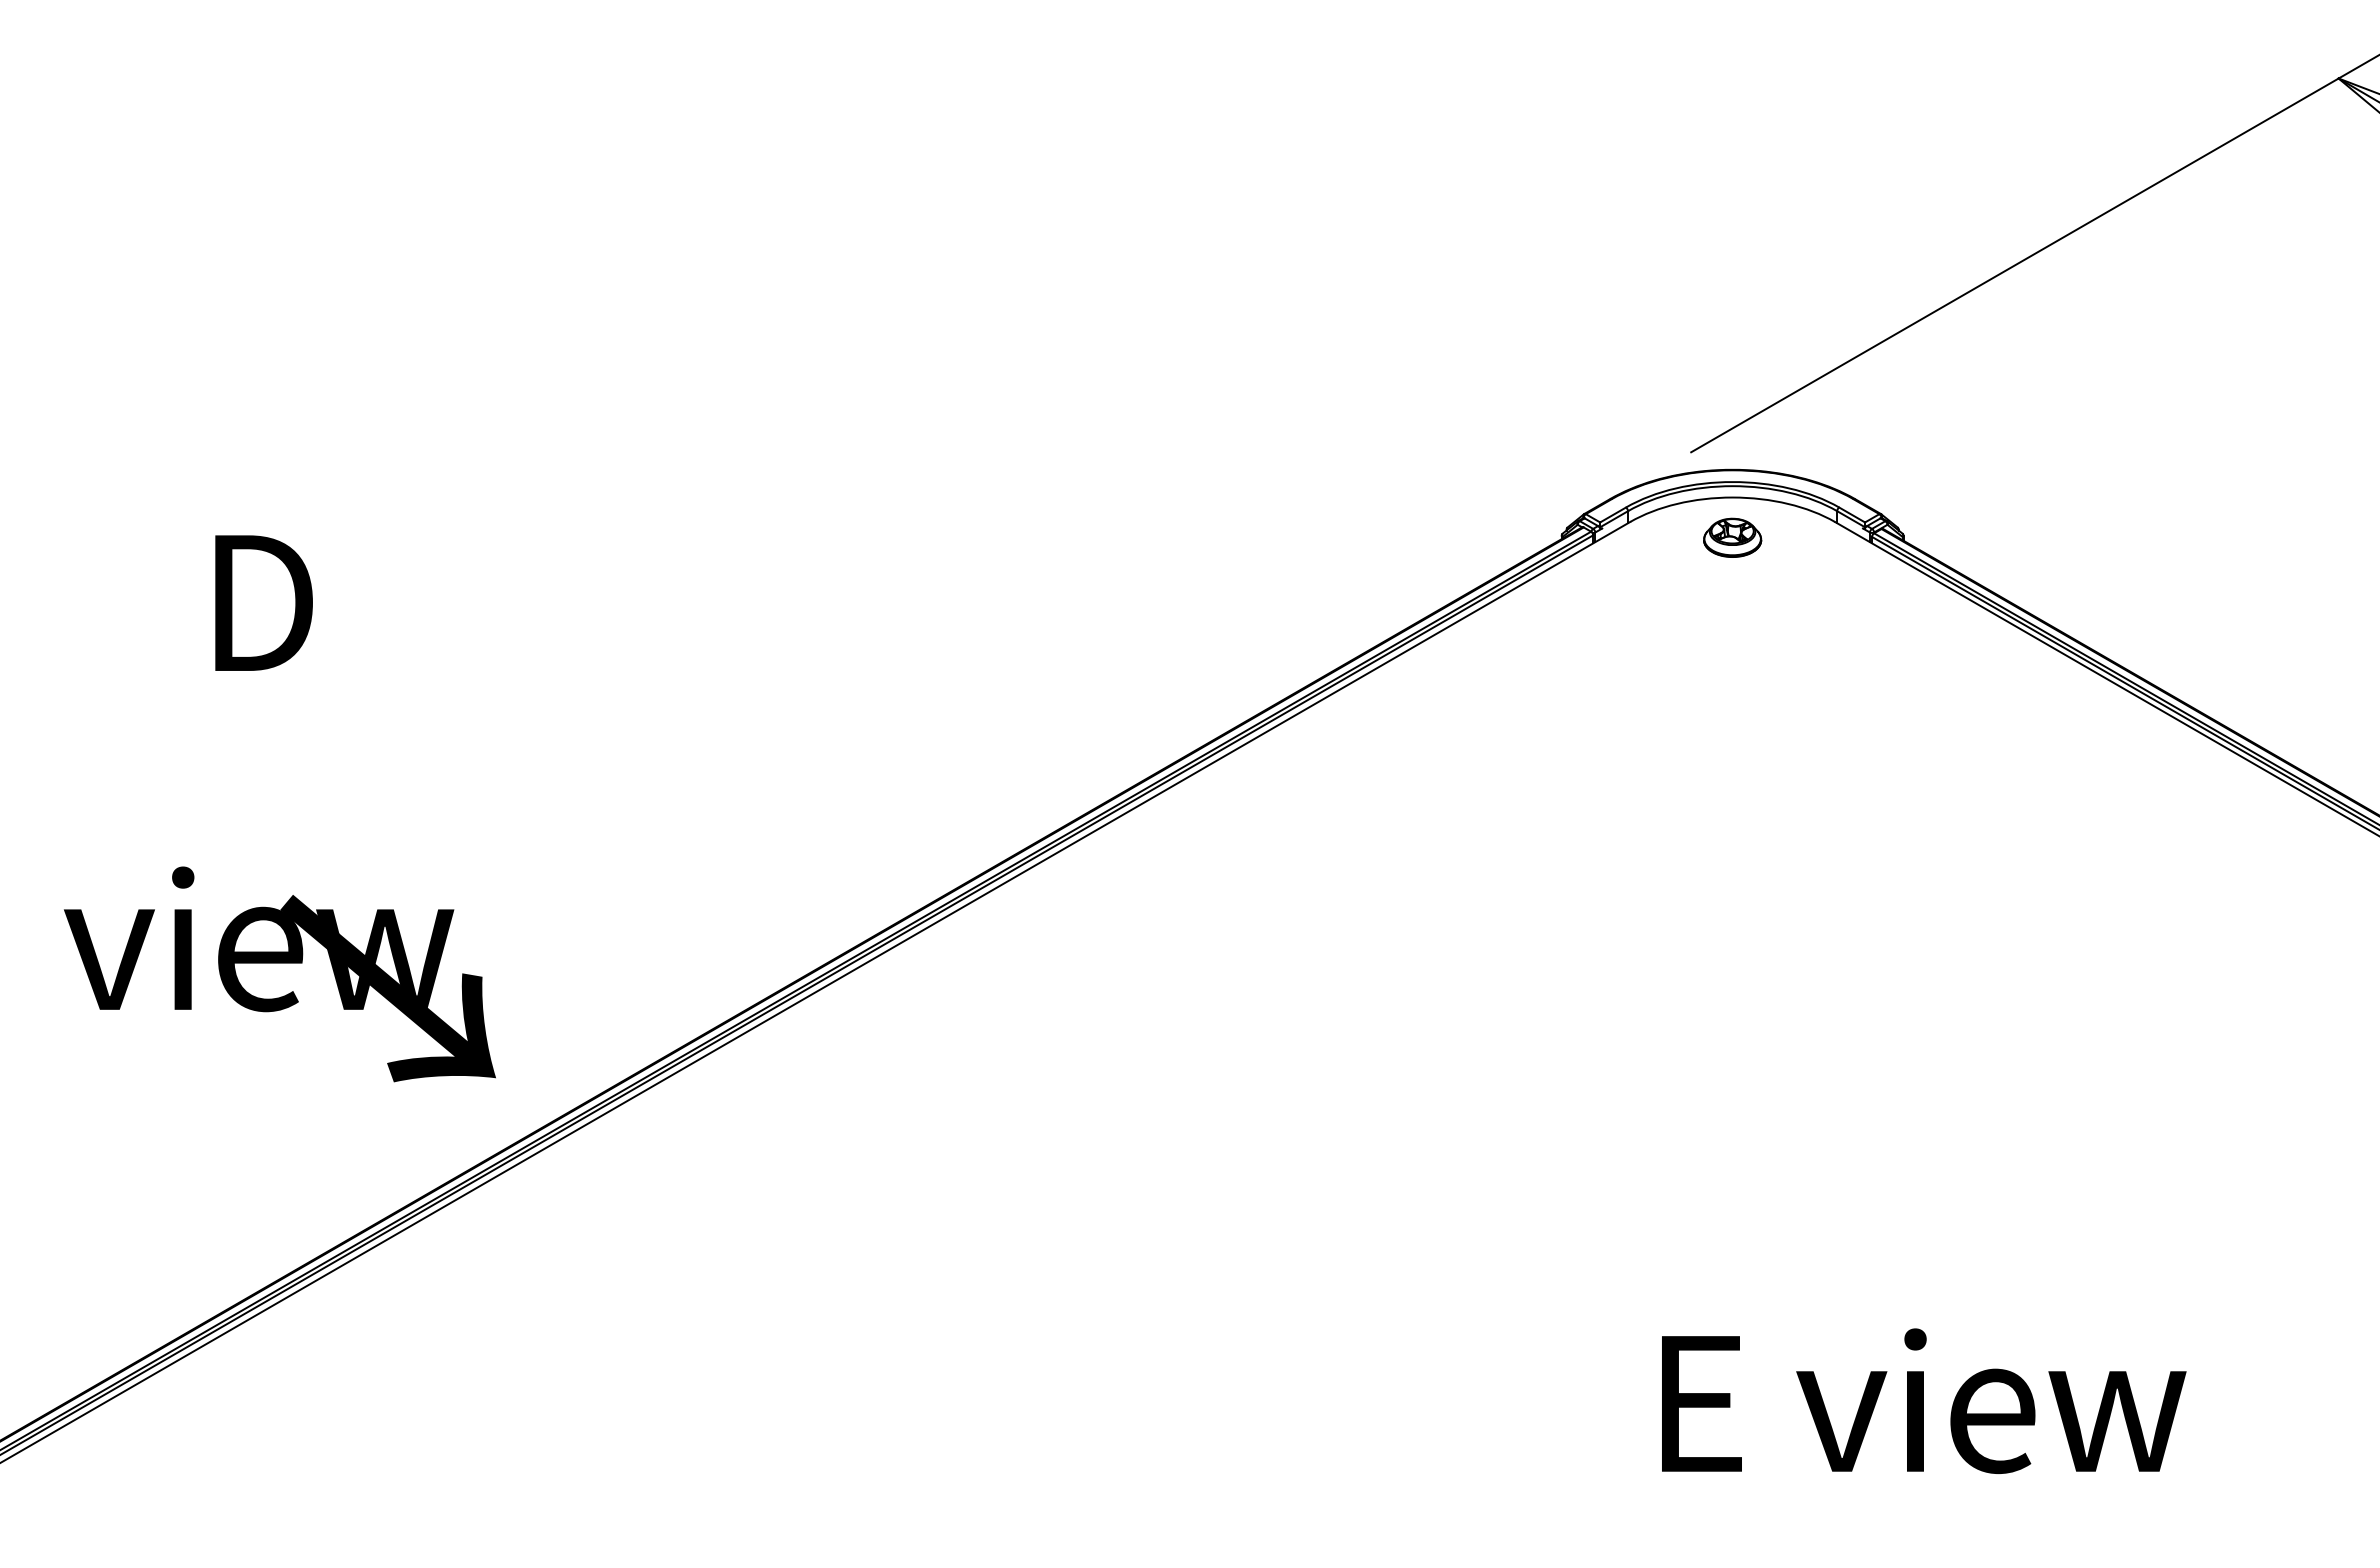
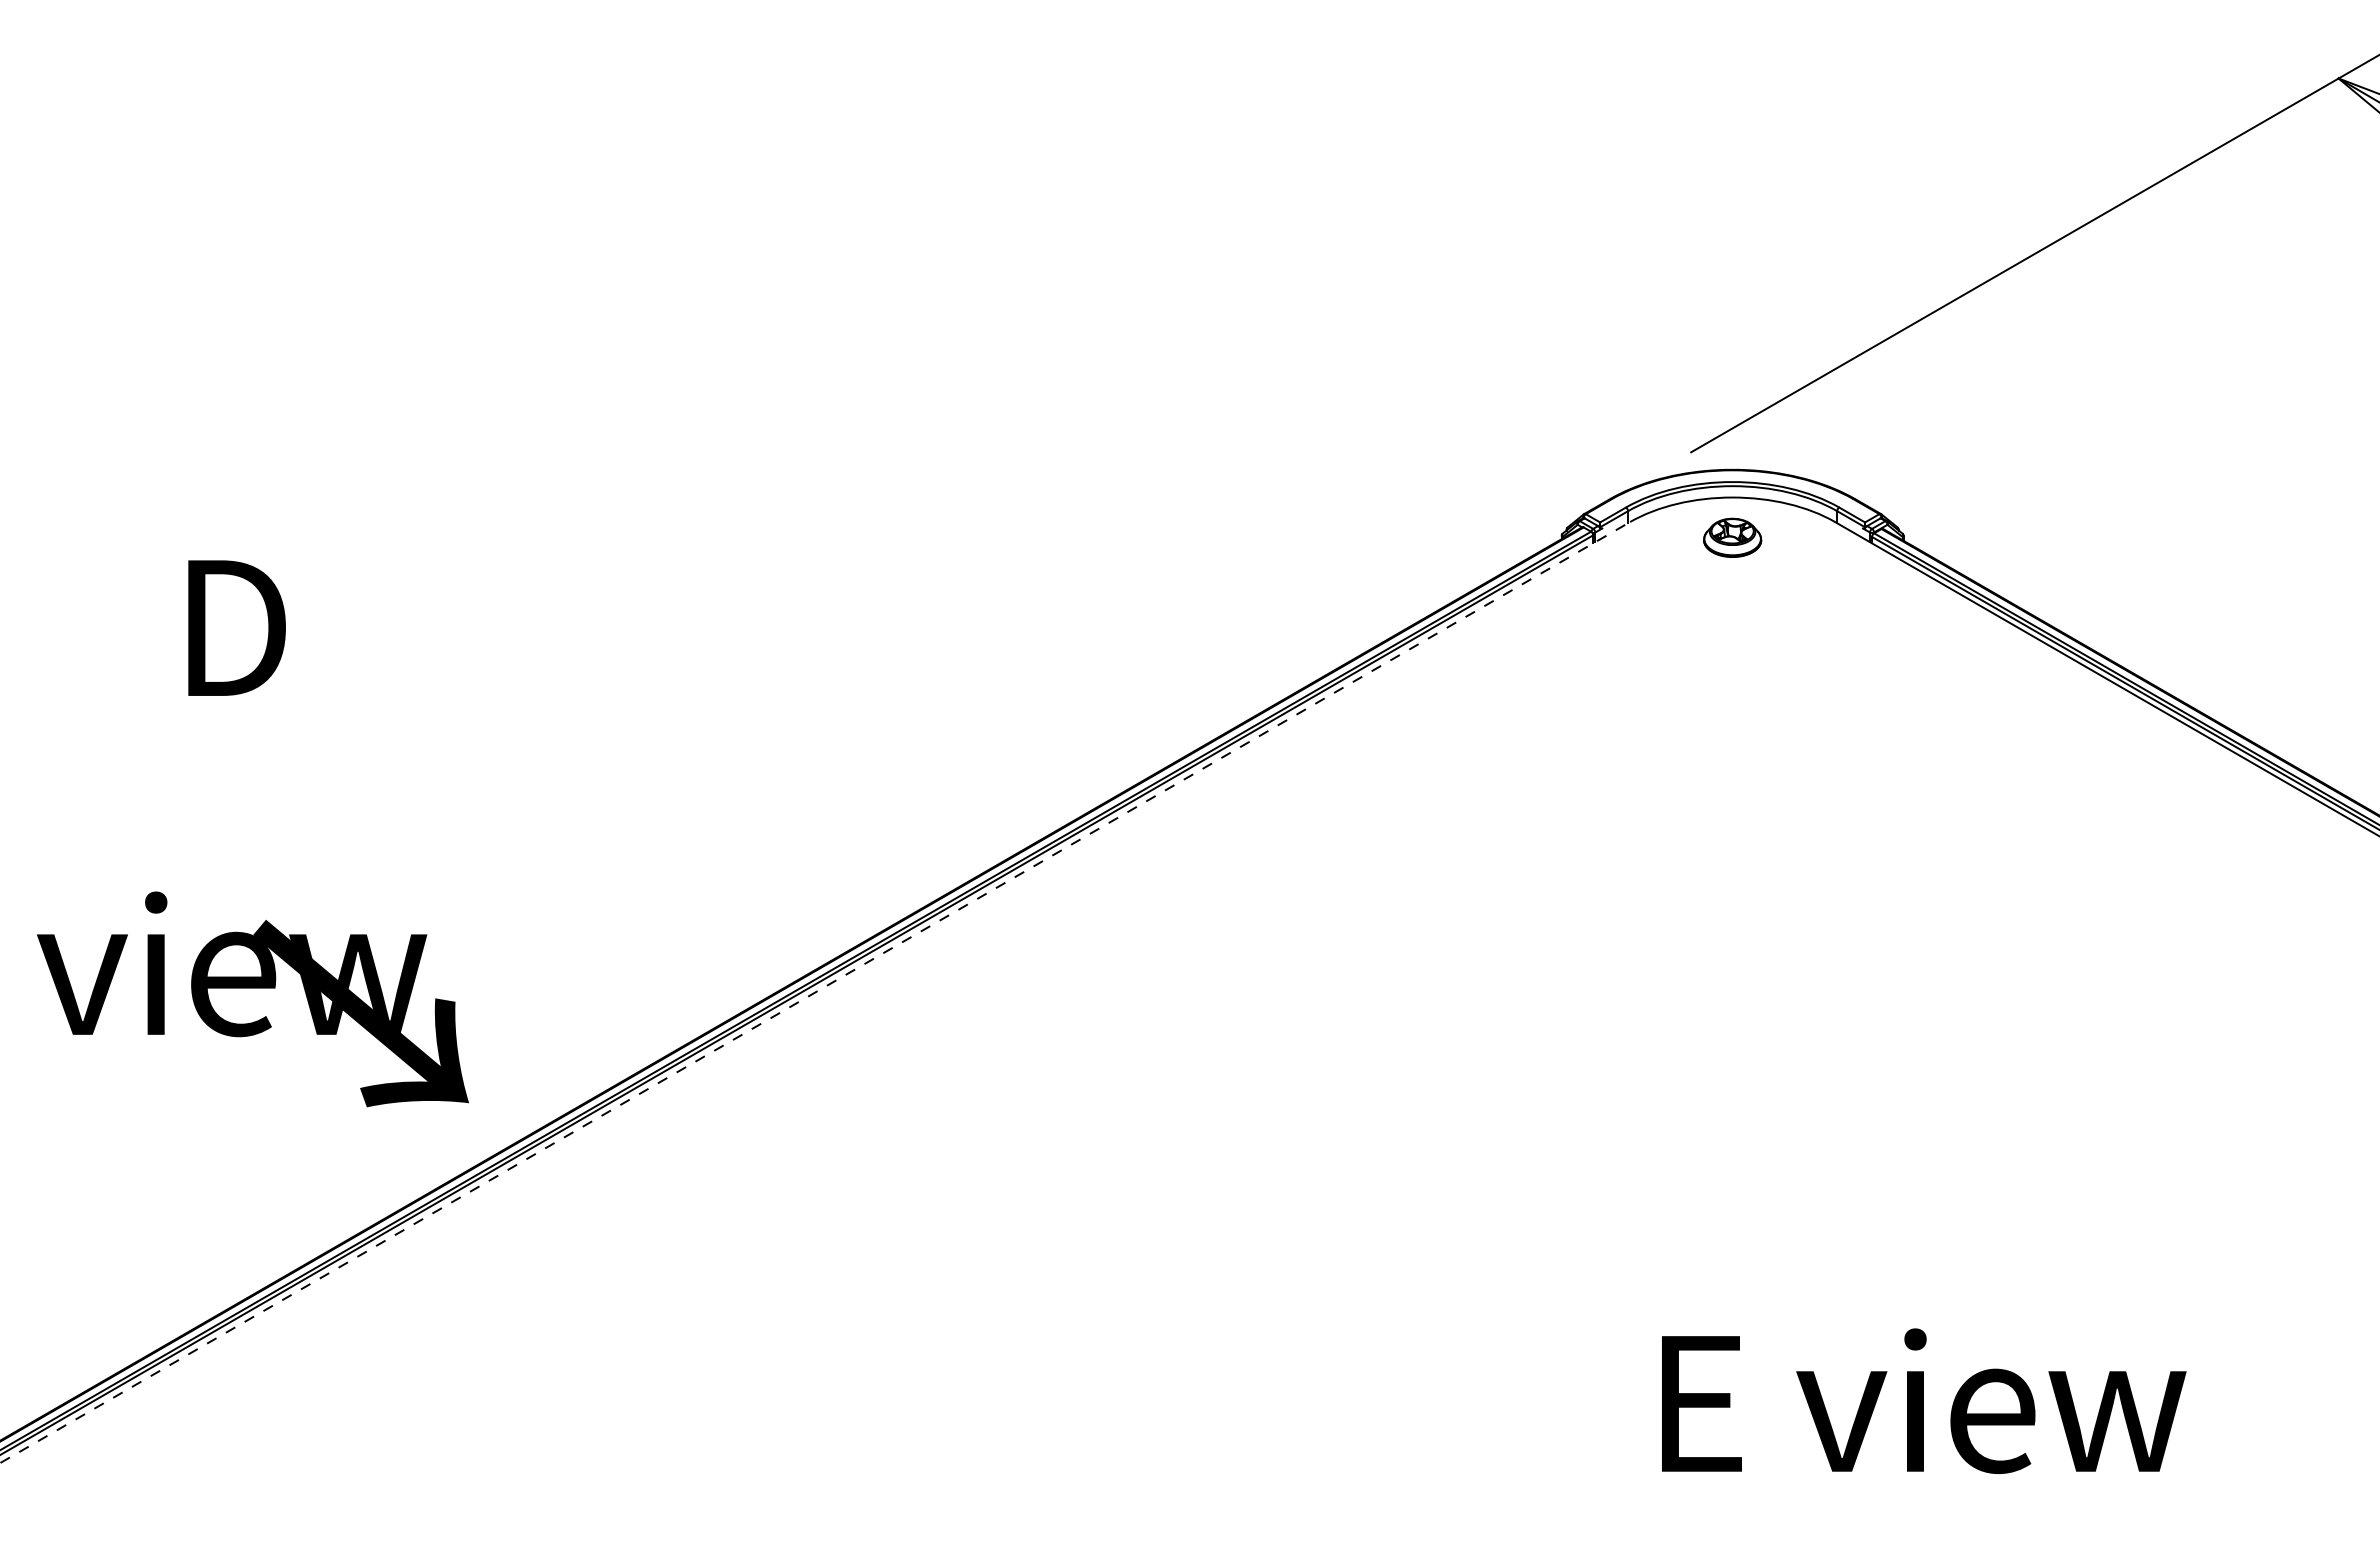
text at (279, 808) position: (279, 808) -> (252, 833)
line at (815, 992): solid -> dashed
